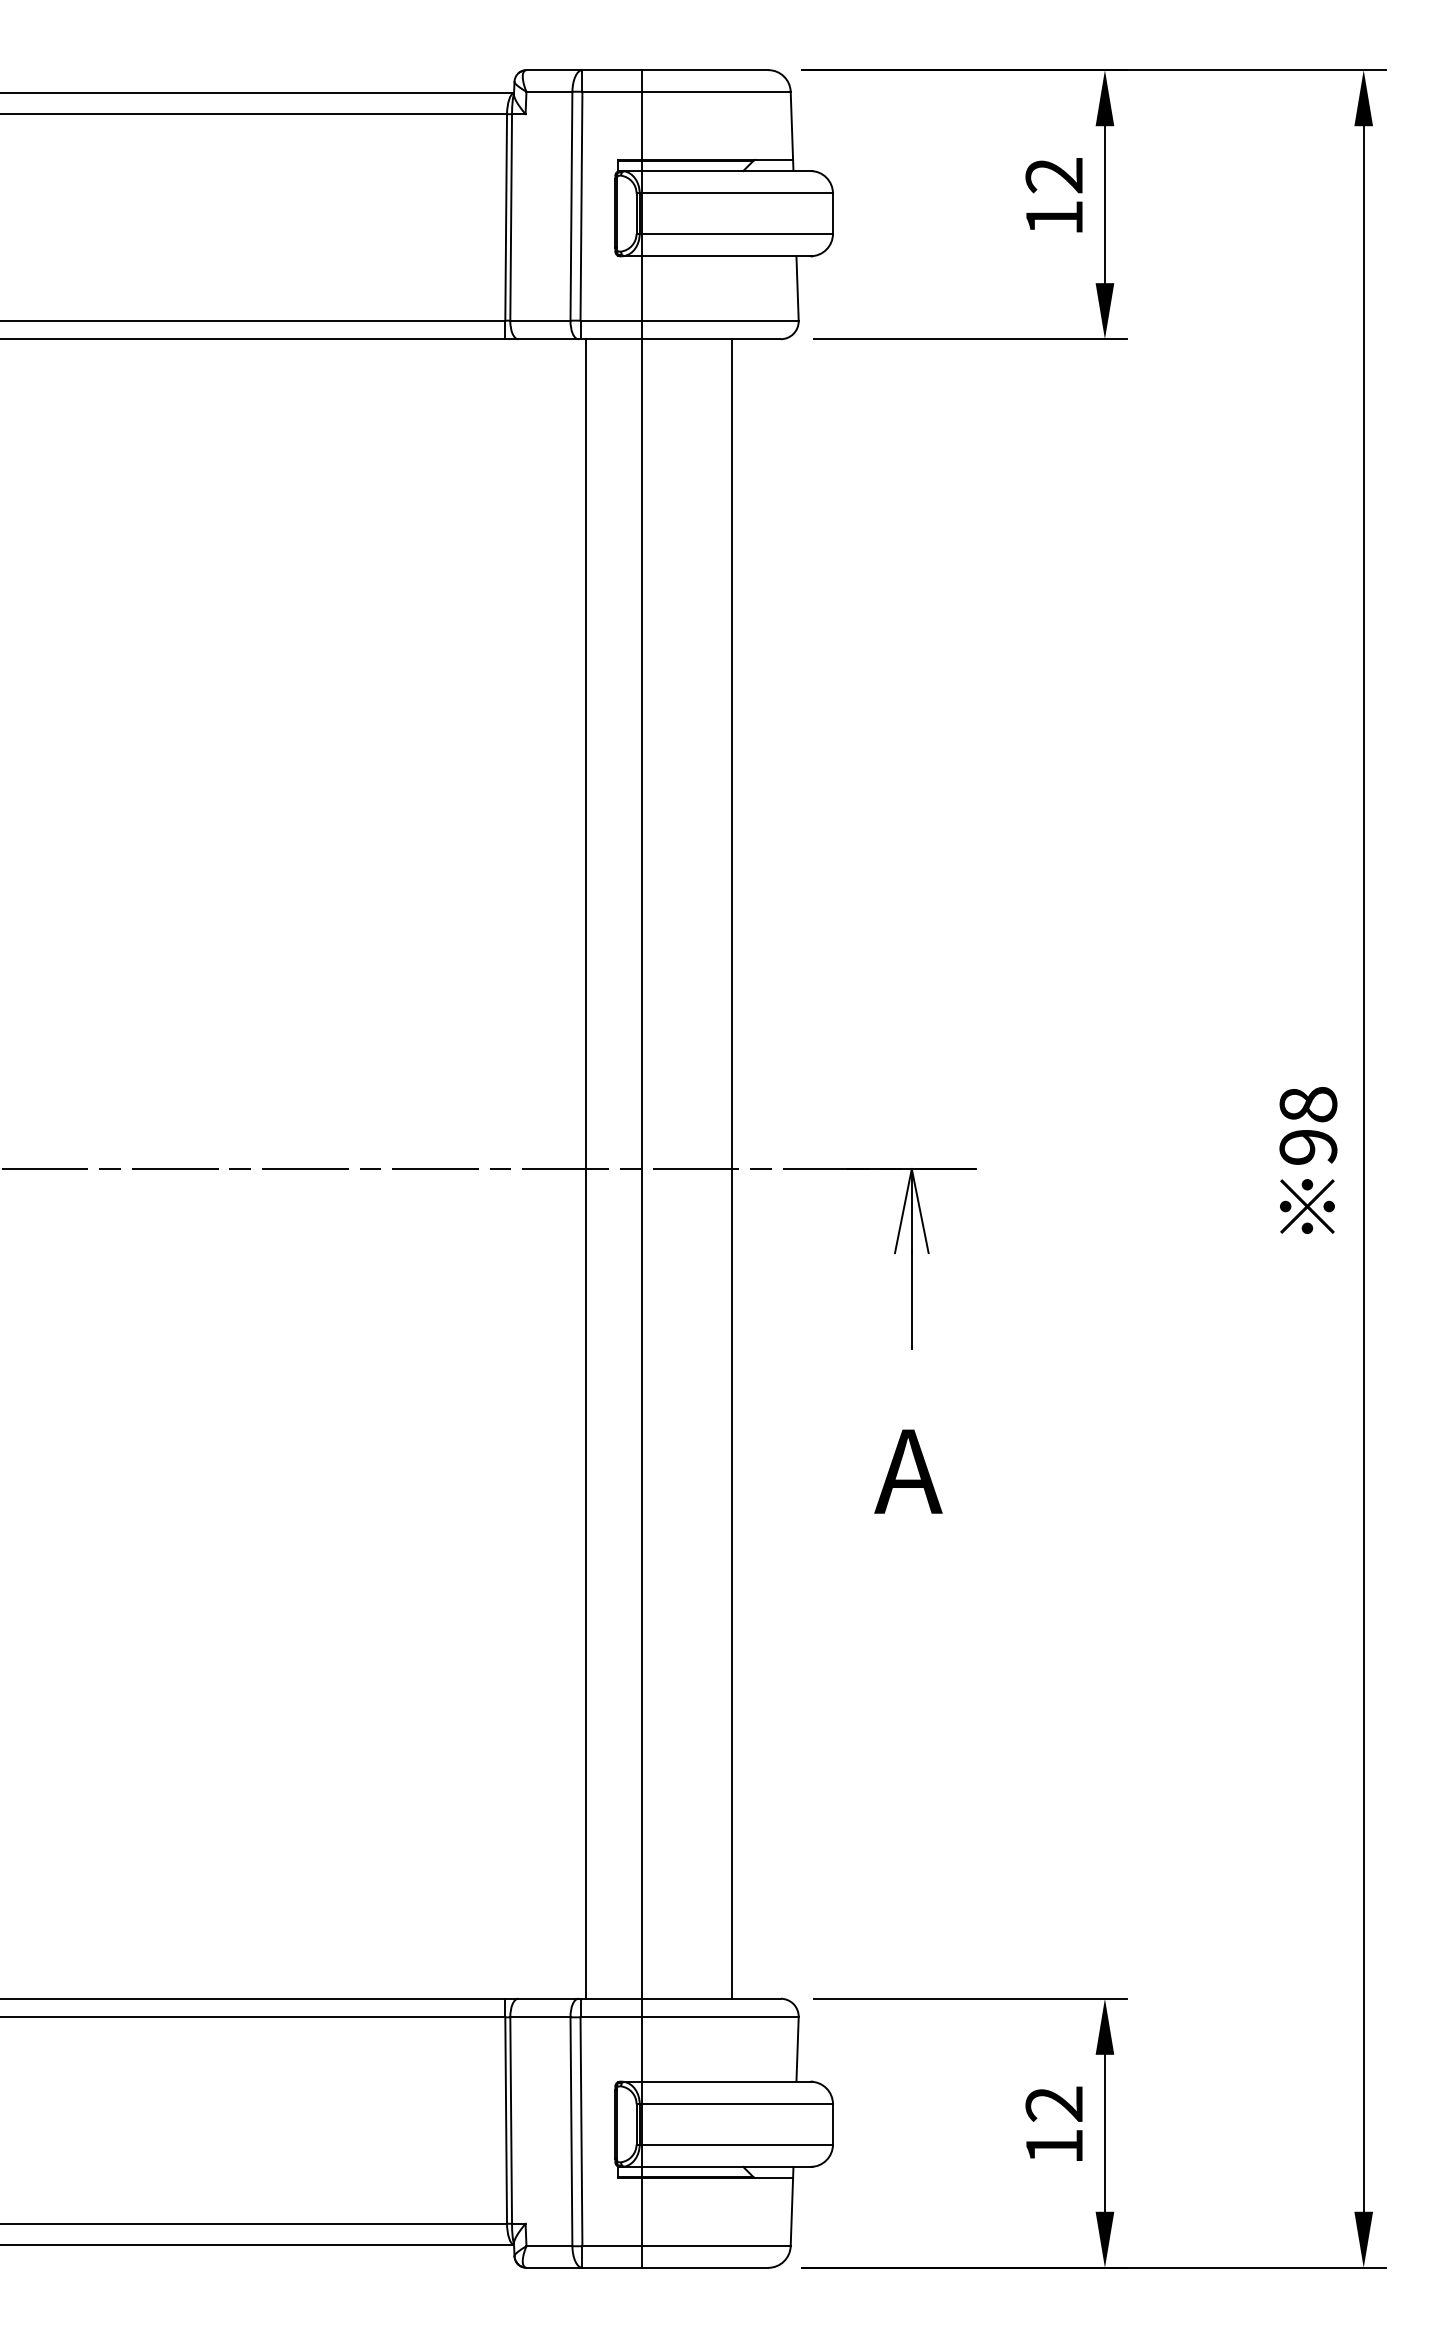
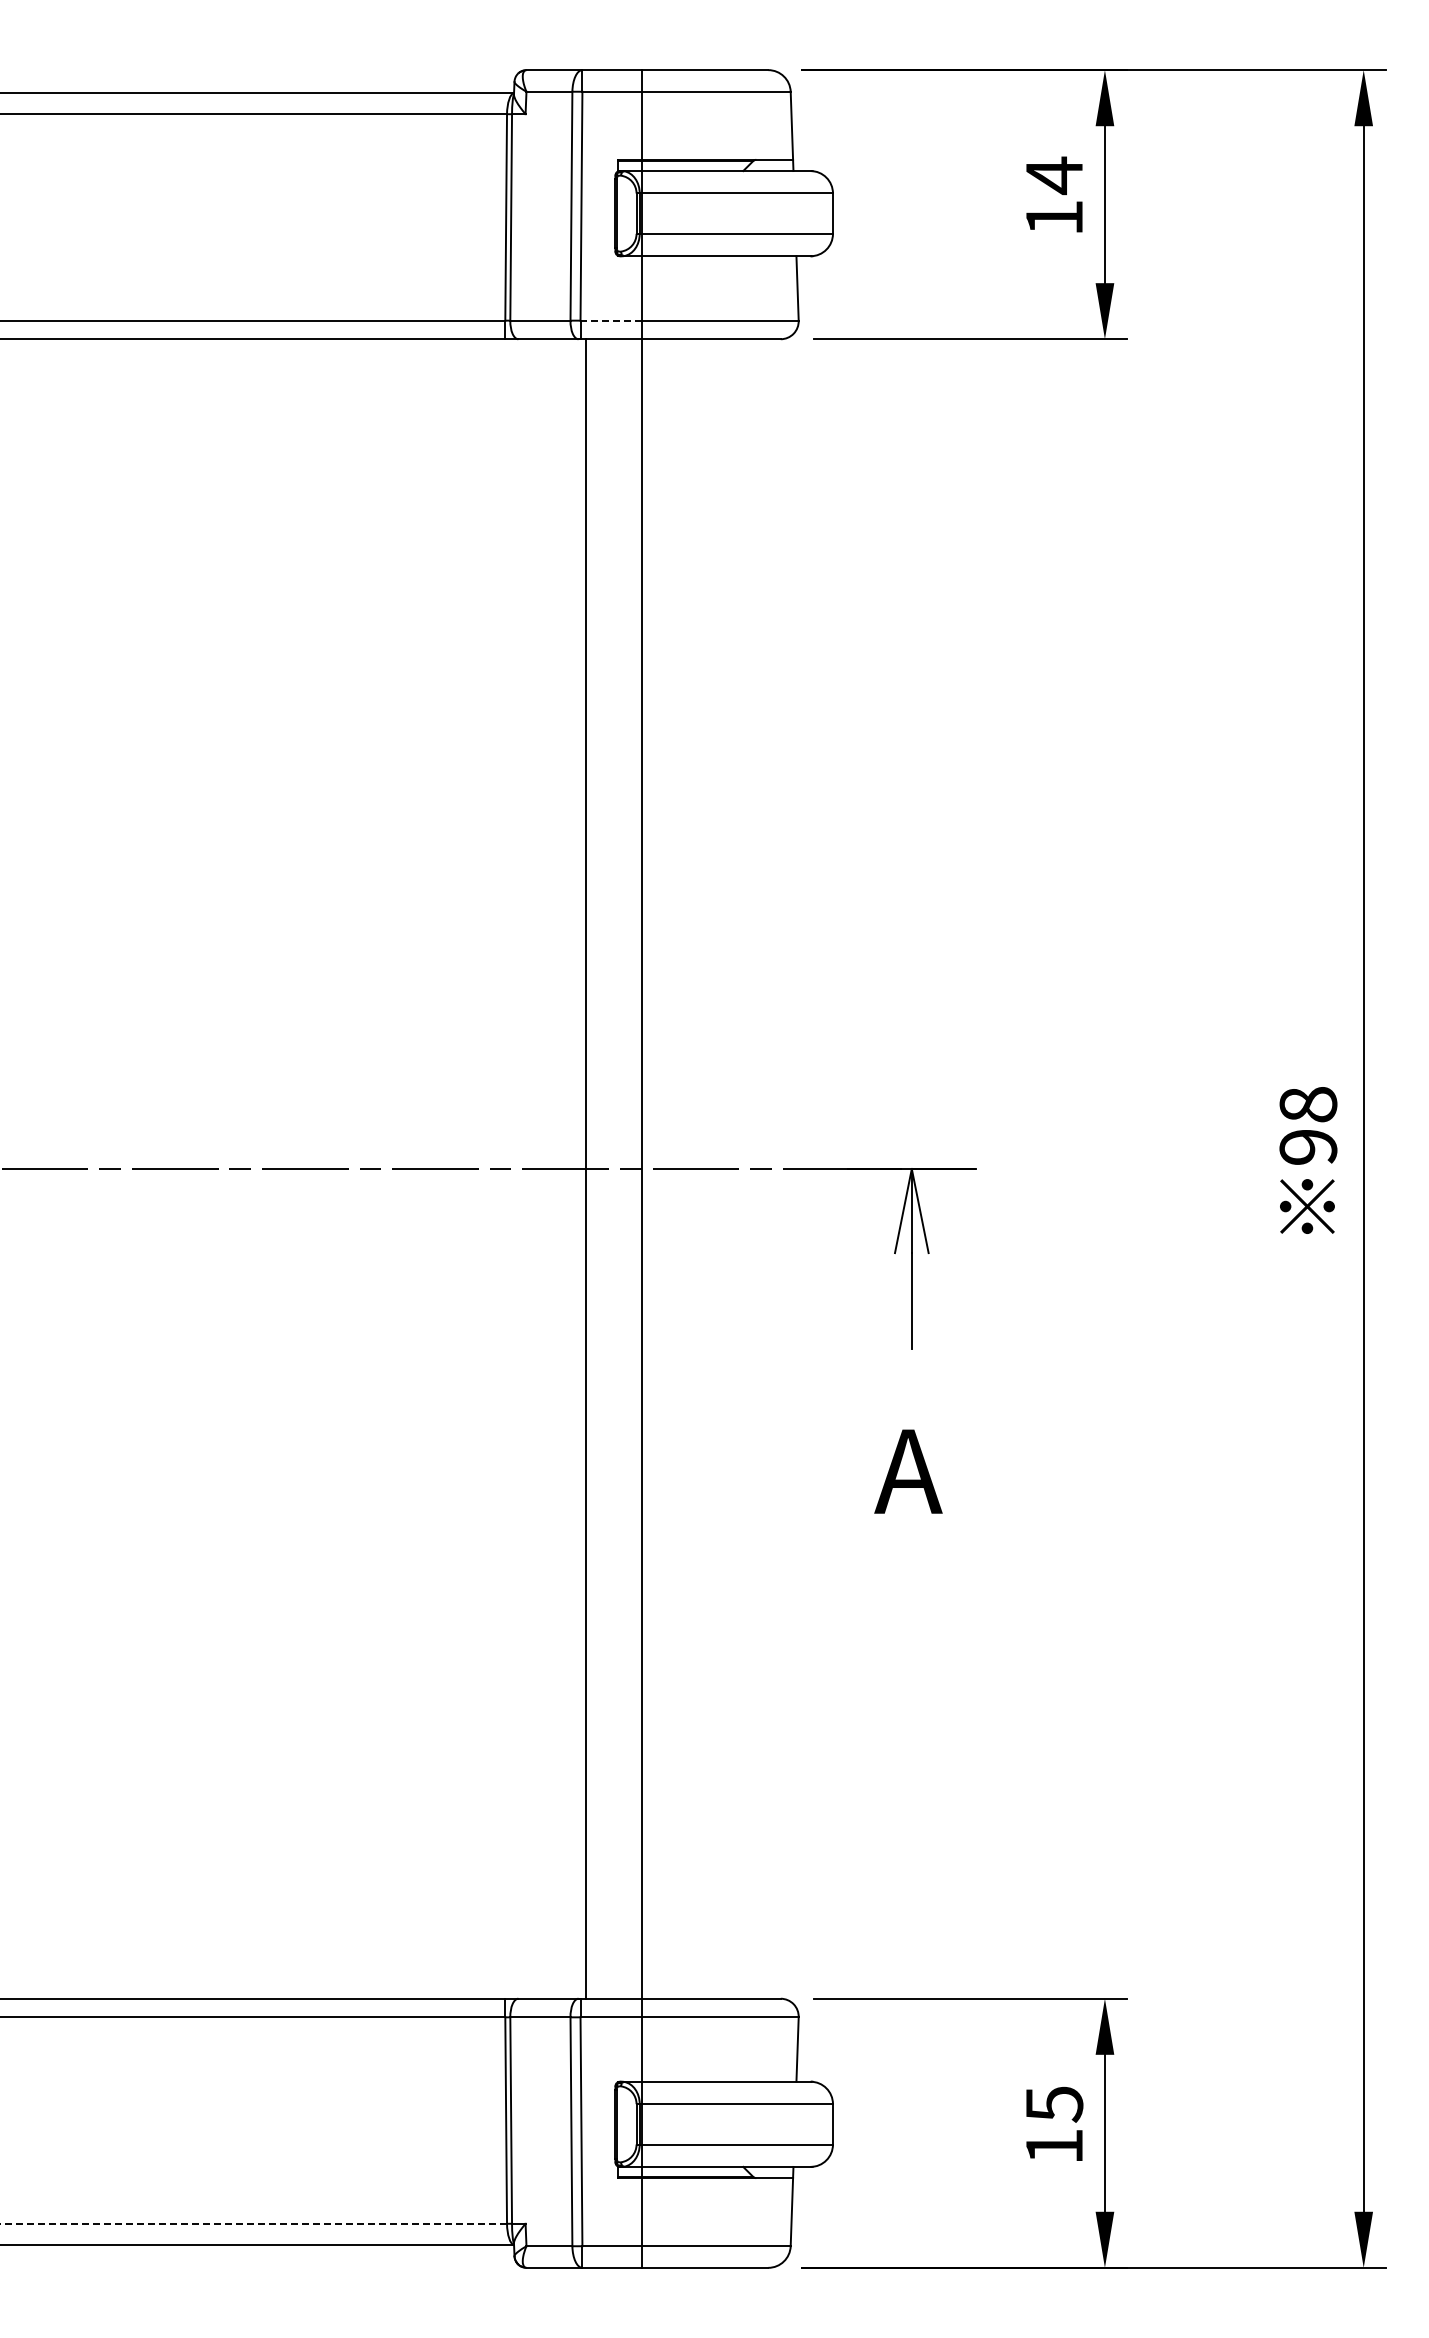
text at (1053, 175): 12 -> 14
line at (611, 320): solid -> dashed
line at (732, 1168): present -> none
text at (1054, 2104): 12 -> 15
line at (253, 2223): solid -> dashed
